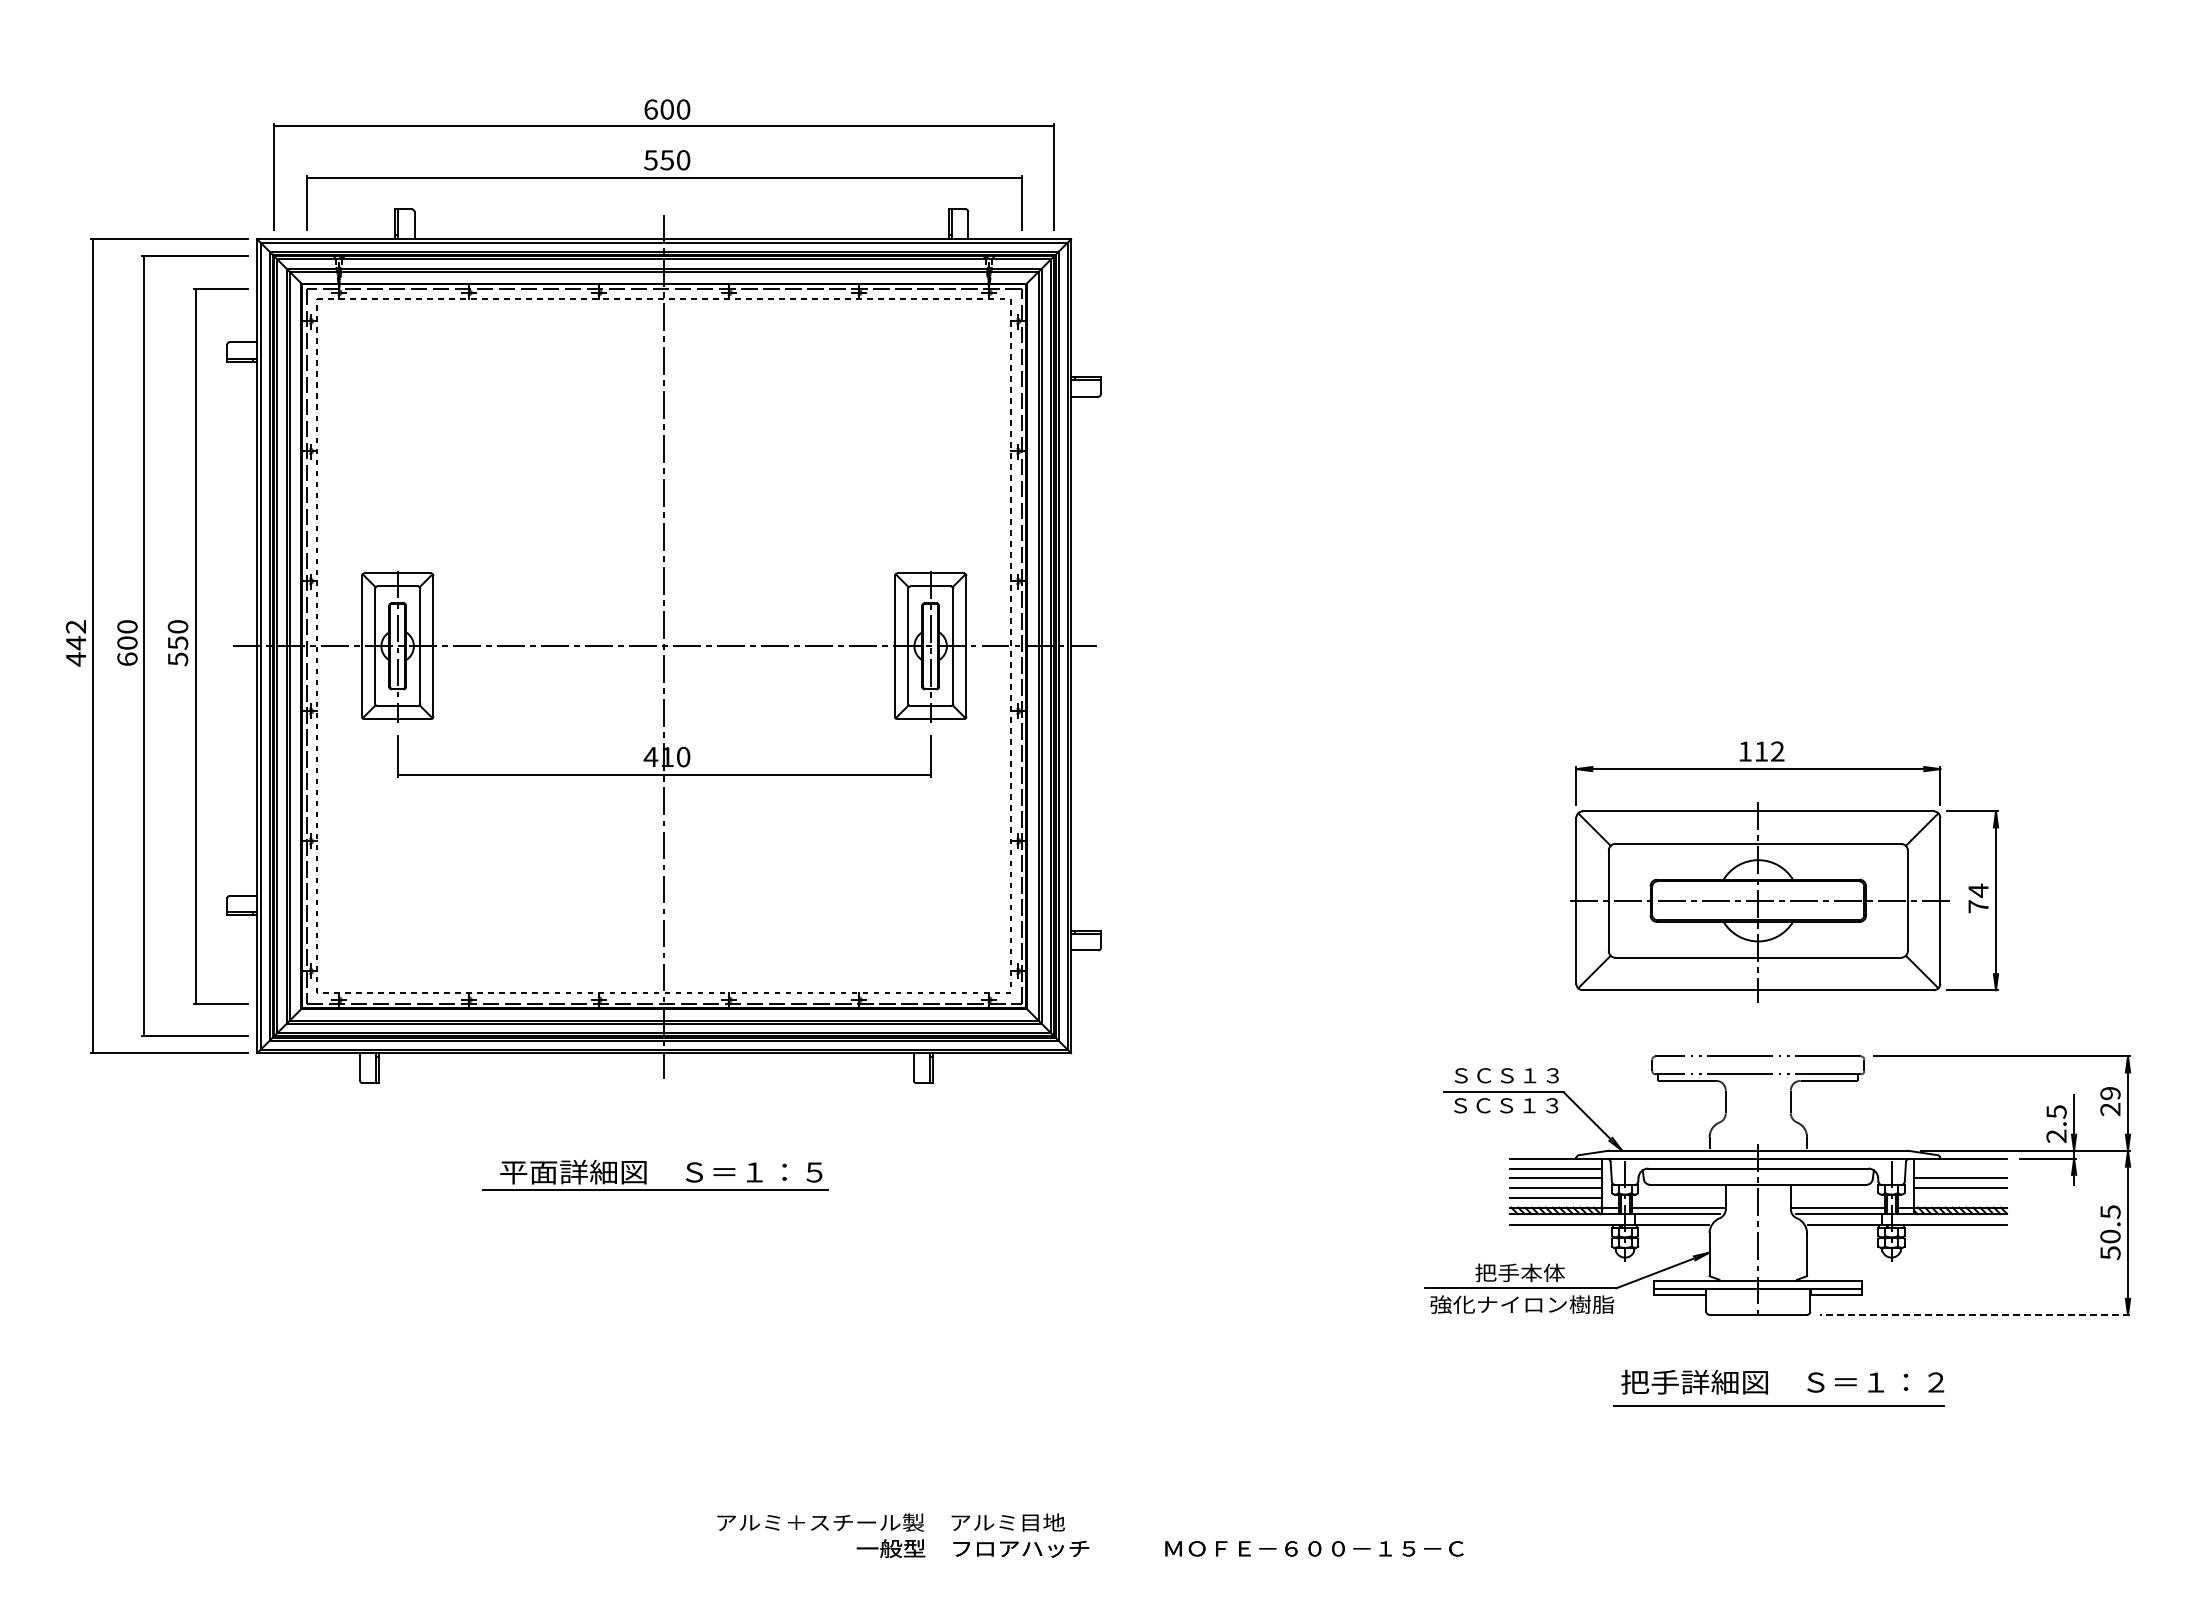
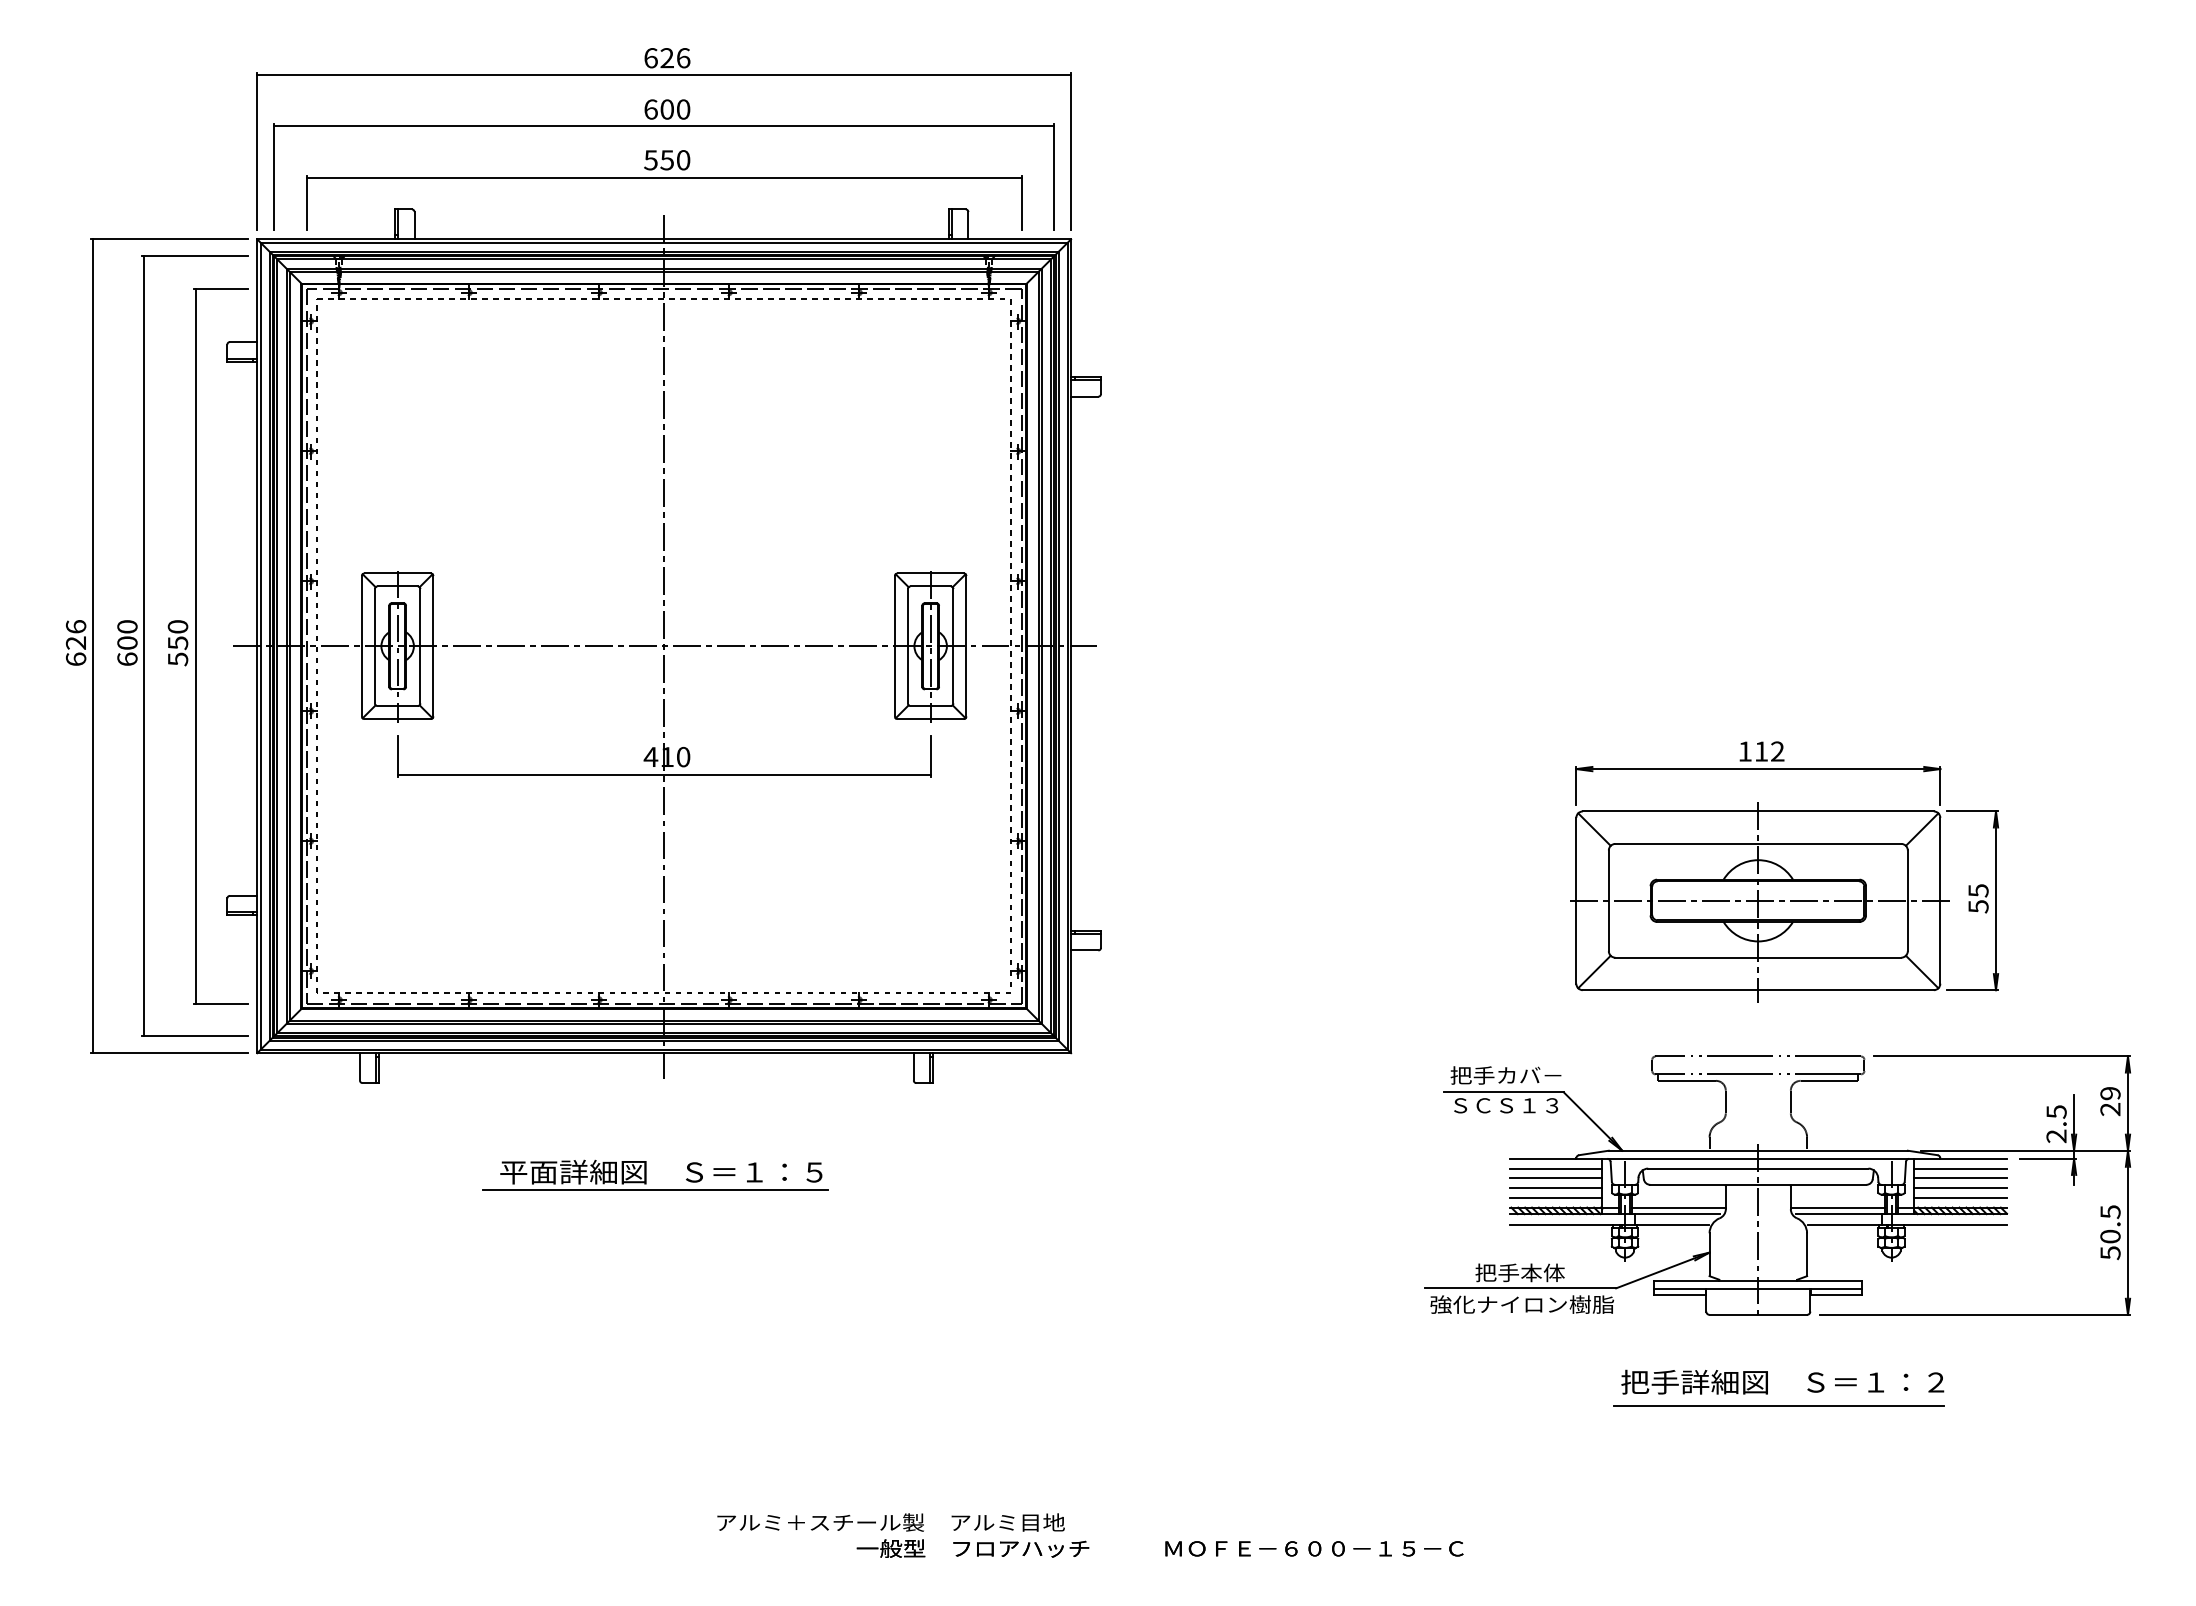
part at (663, 75): none -> present
text at (75, 643): 442 -> 626
text at (1978, 898): 74 -> 55
text at (1505, 1075): ＳＣＳ１３ -> 把手カバ－
line at (1960, 1168): none -> present
line at (1960, 1197): none -> present
line at (1975, 1314): dashed -> solid
